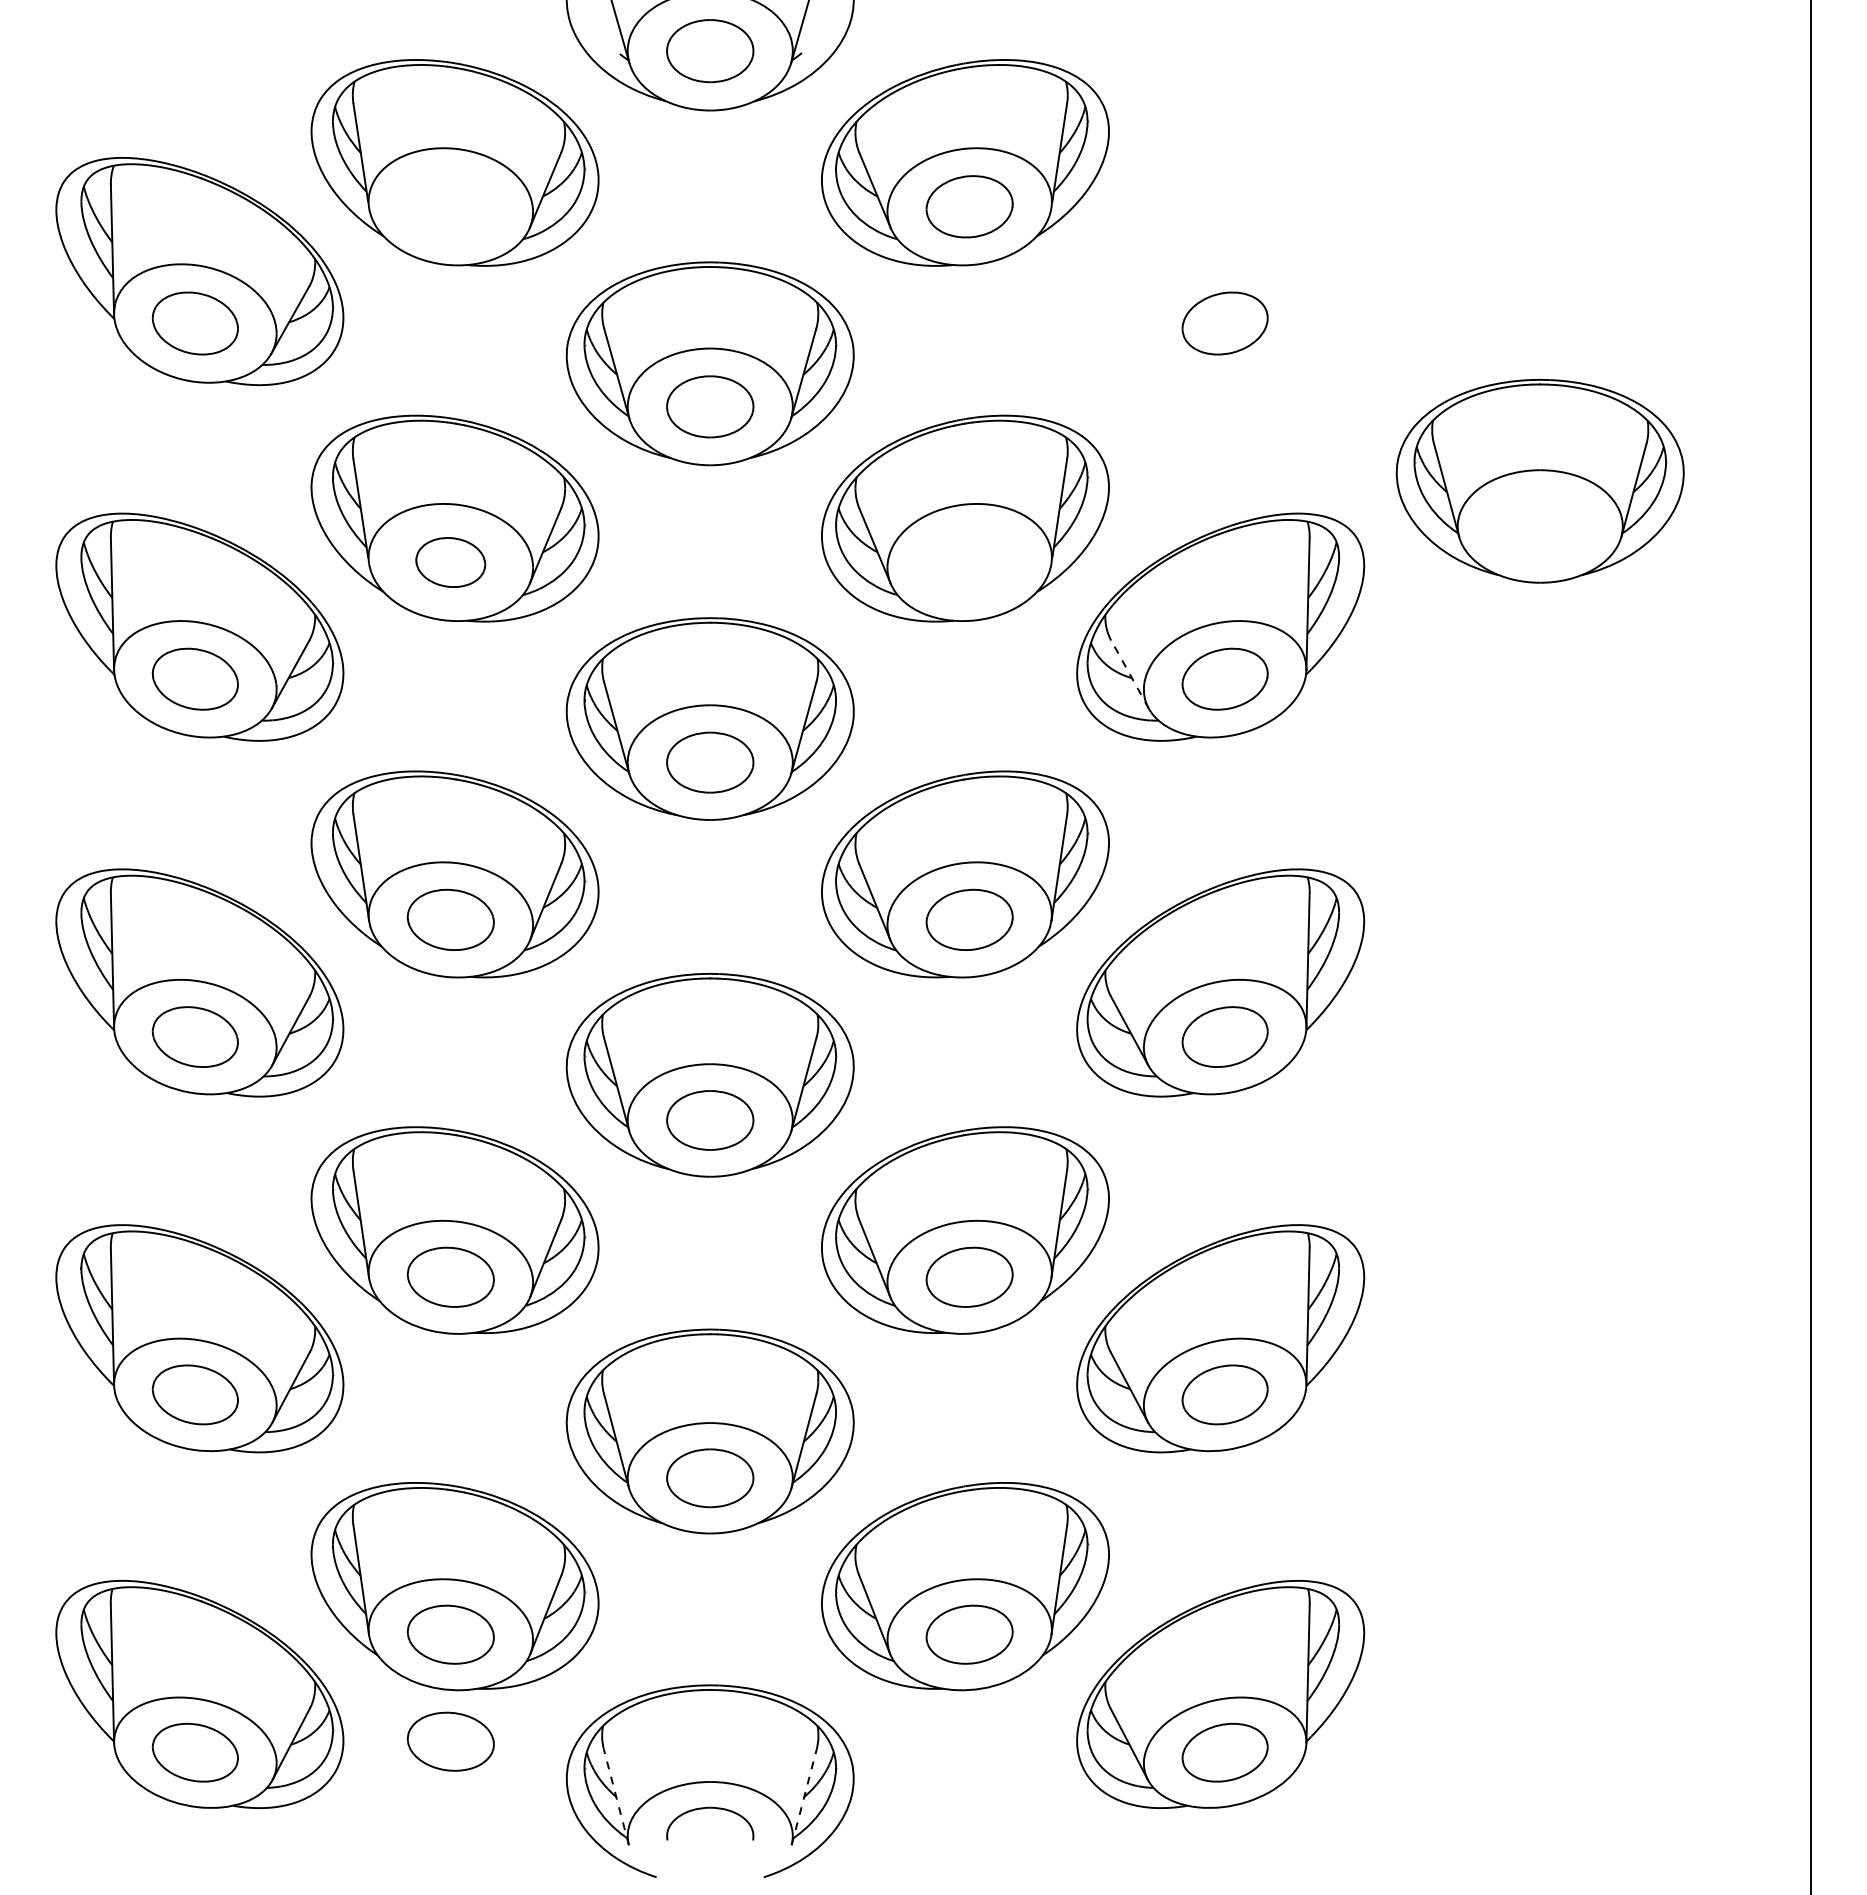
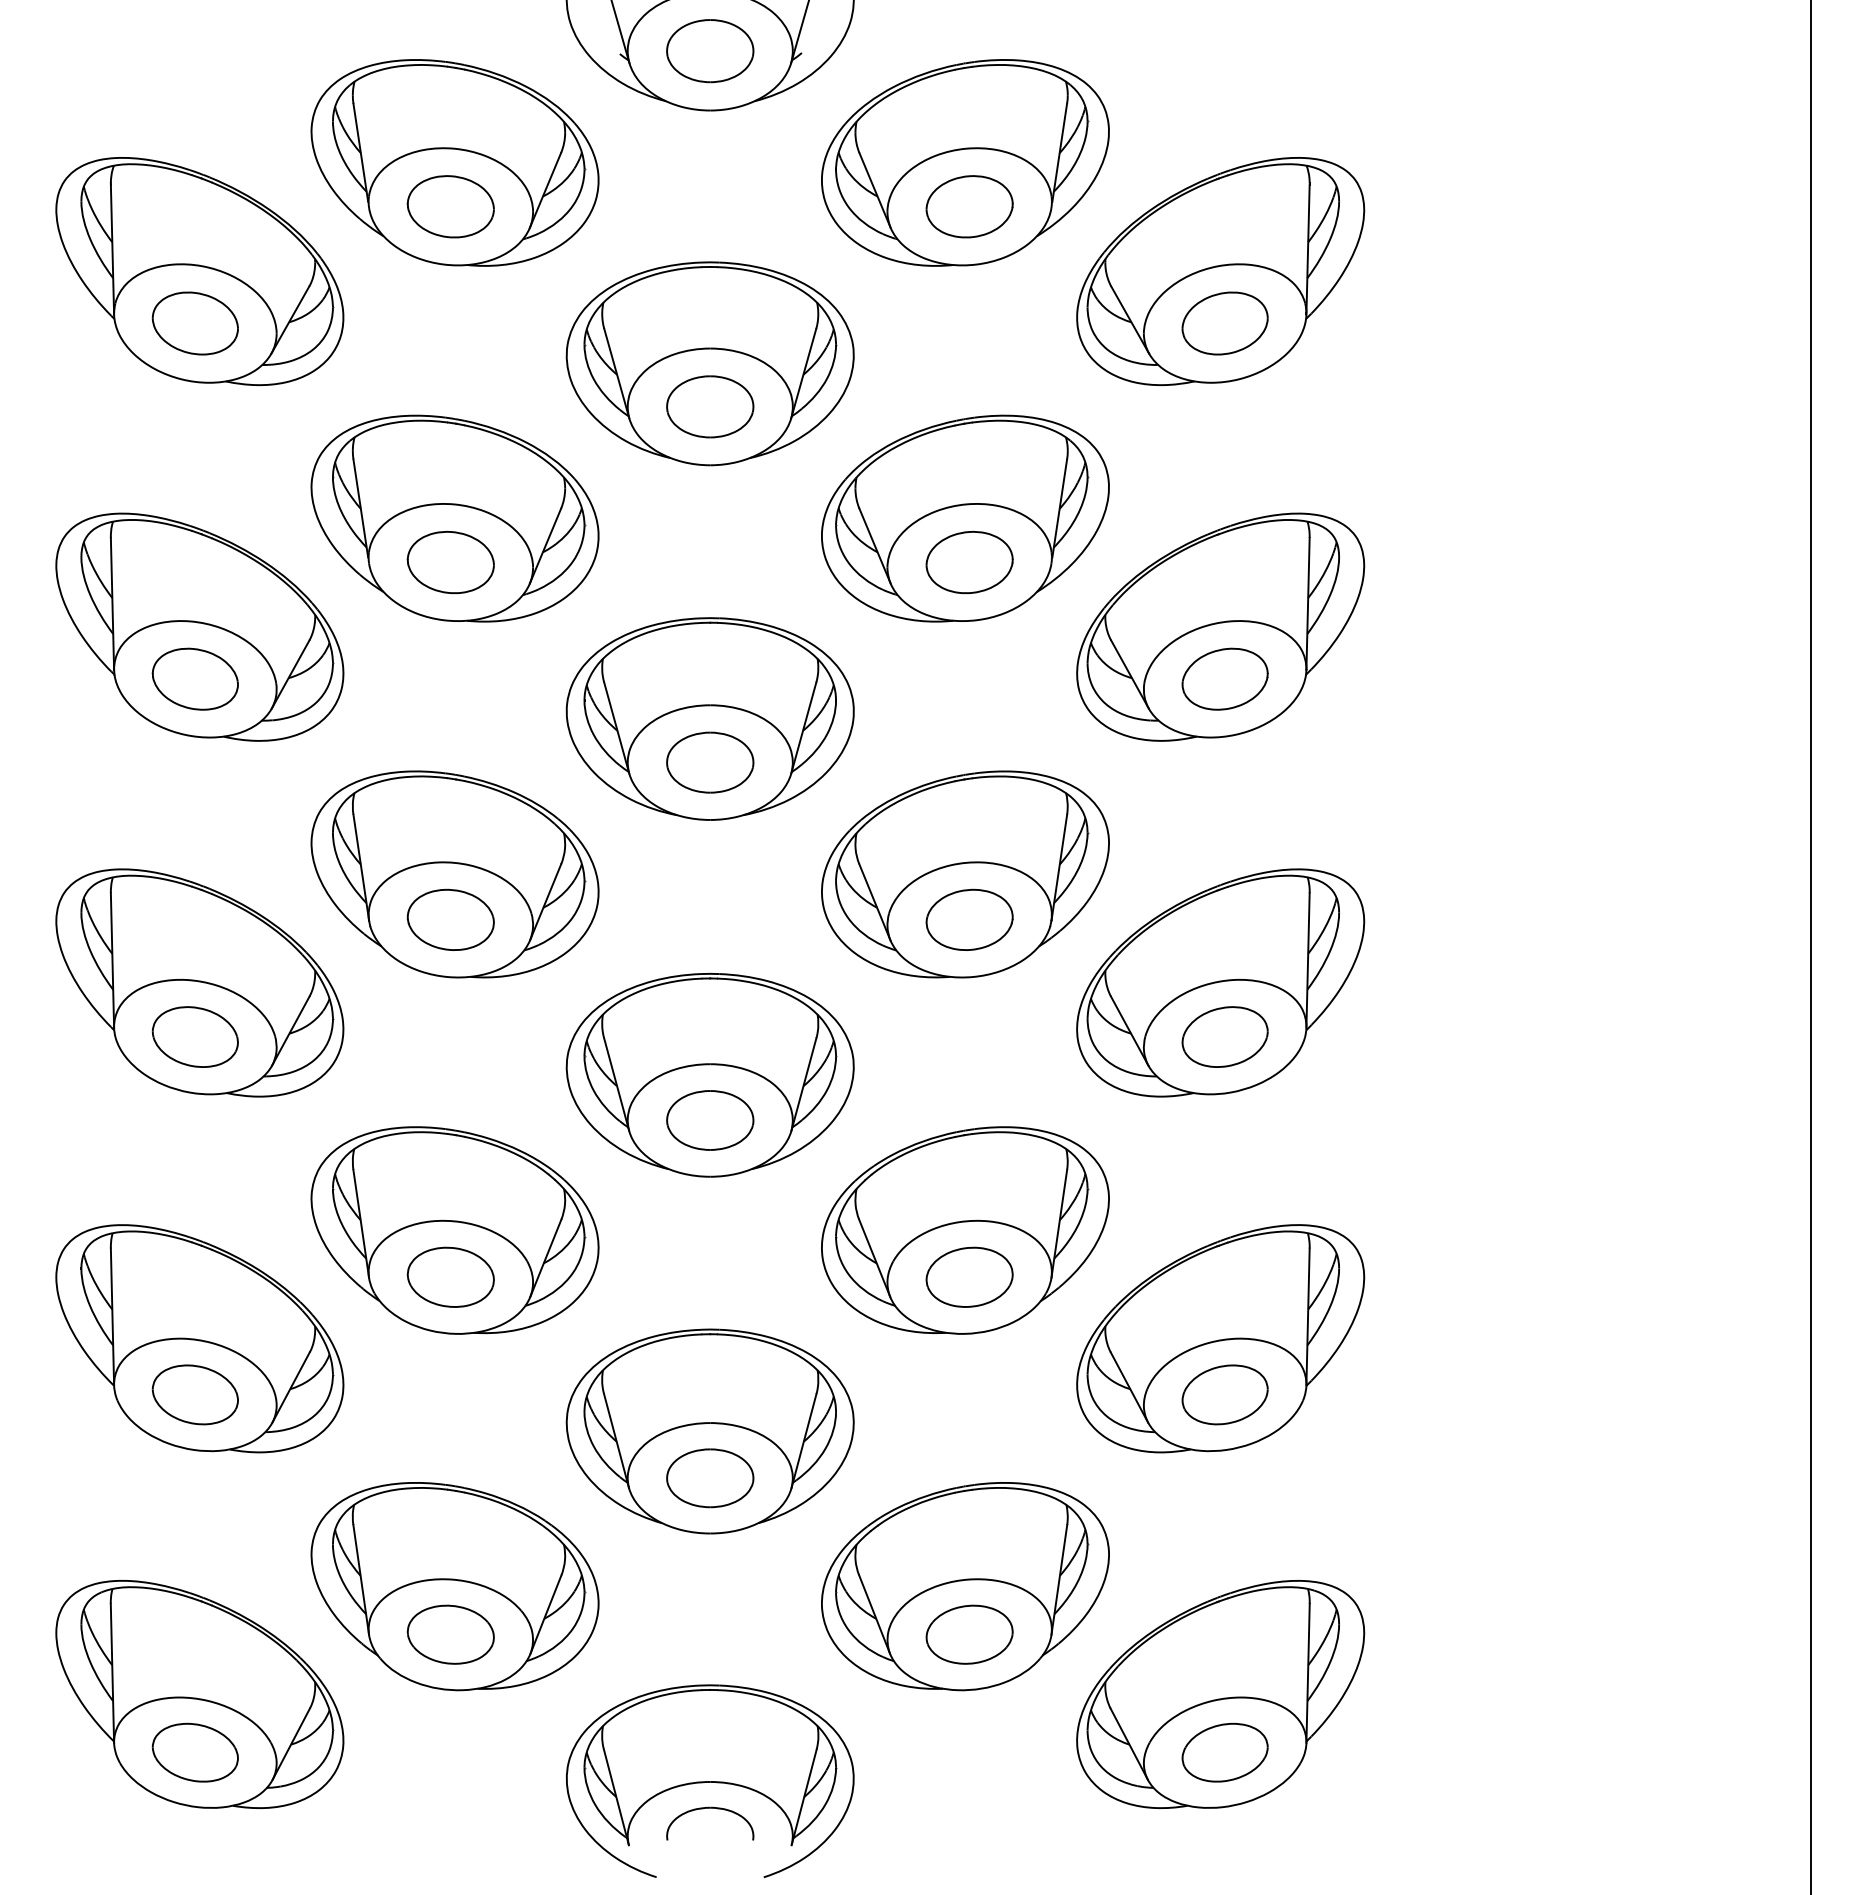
part at (450, 206): none -> present
part at (1220, 271): none -> present
part at (1539, 480): present -> none
part at (969, 561): none -> present
part at (450, 562) size: 72x51 px -> 89x63 px
line at (1130, 674): dashed -> solid
part at (450, 1741): present -> none
line at (616, 1797): dashed -> solid
line at (804, 1797): dashed -> solid
